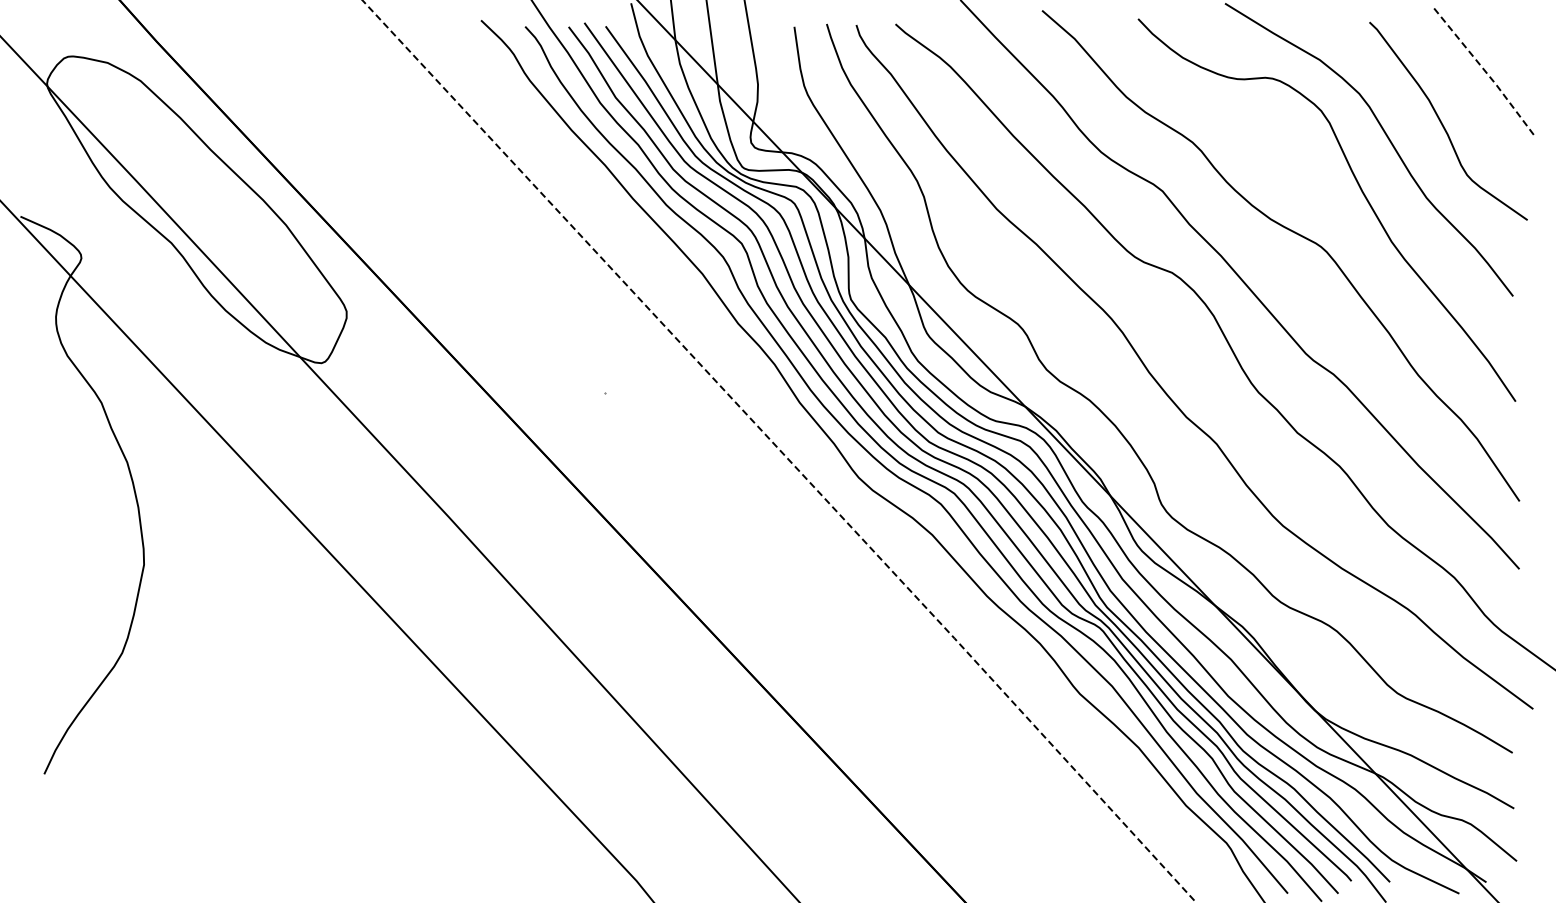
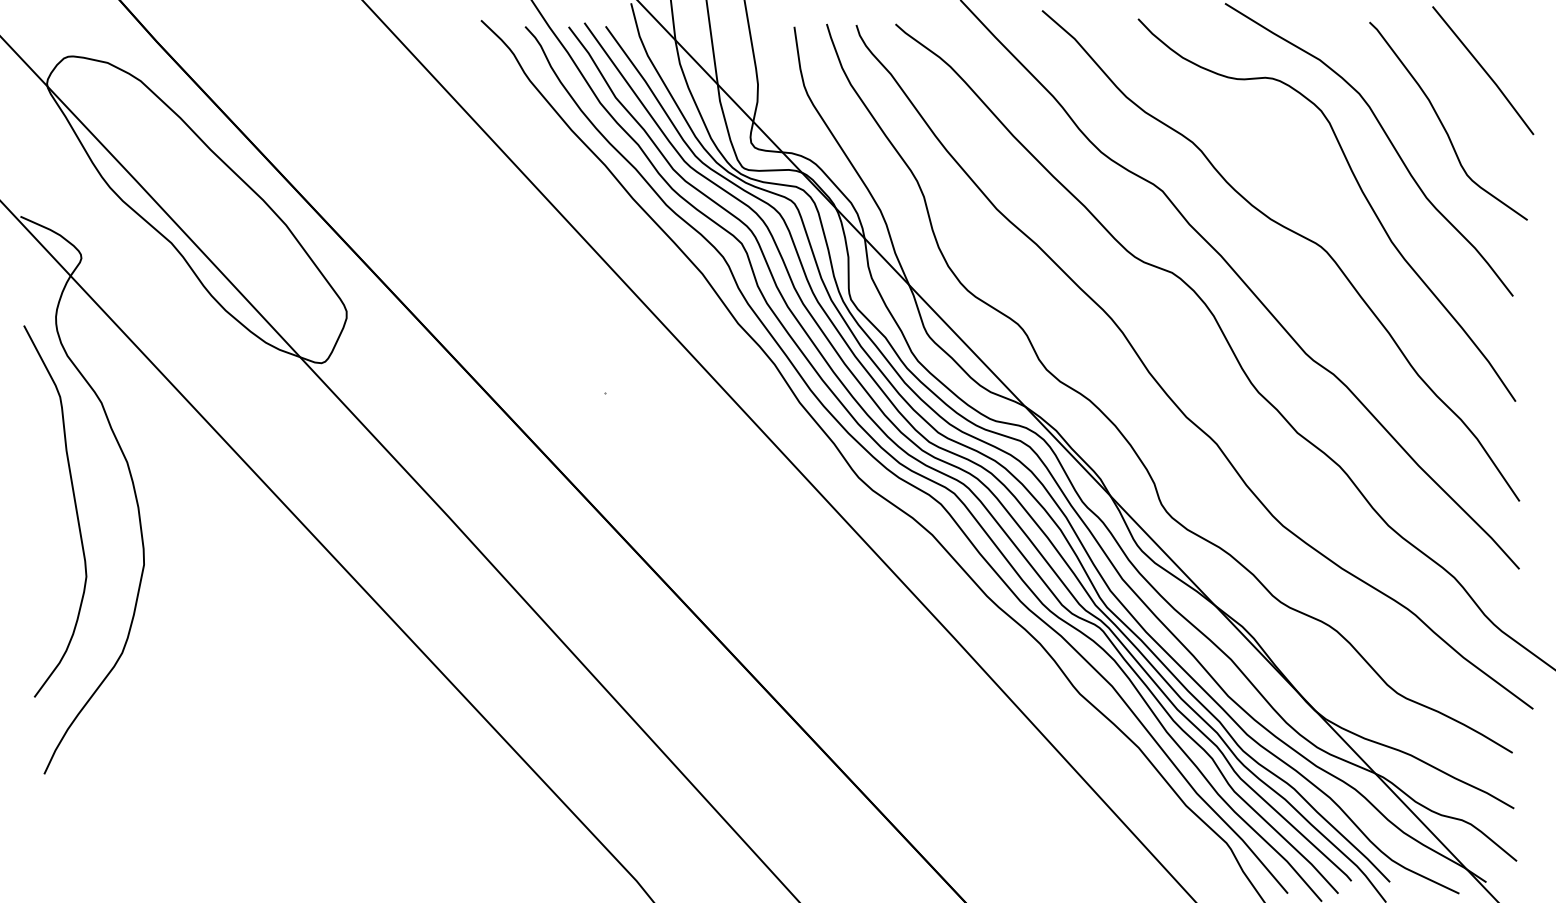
line at (1484, 70): dashed -> solid
line at (781, 451): dashed -> solid
curve at (74, 505): none -> present
